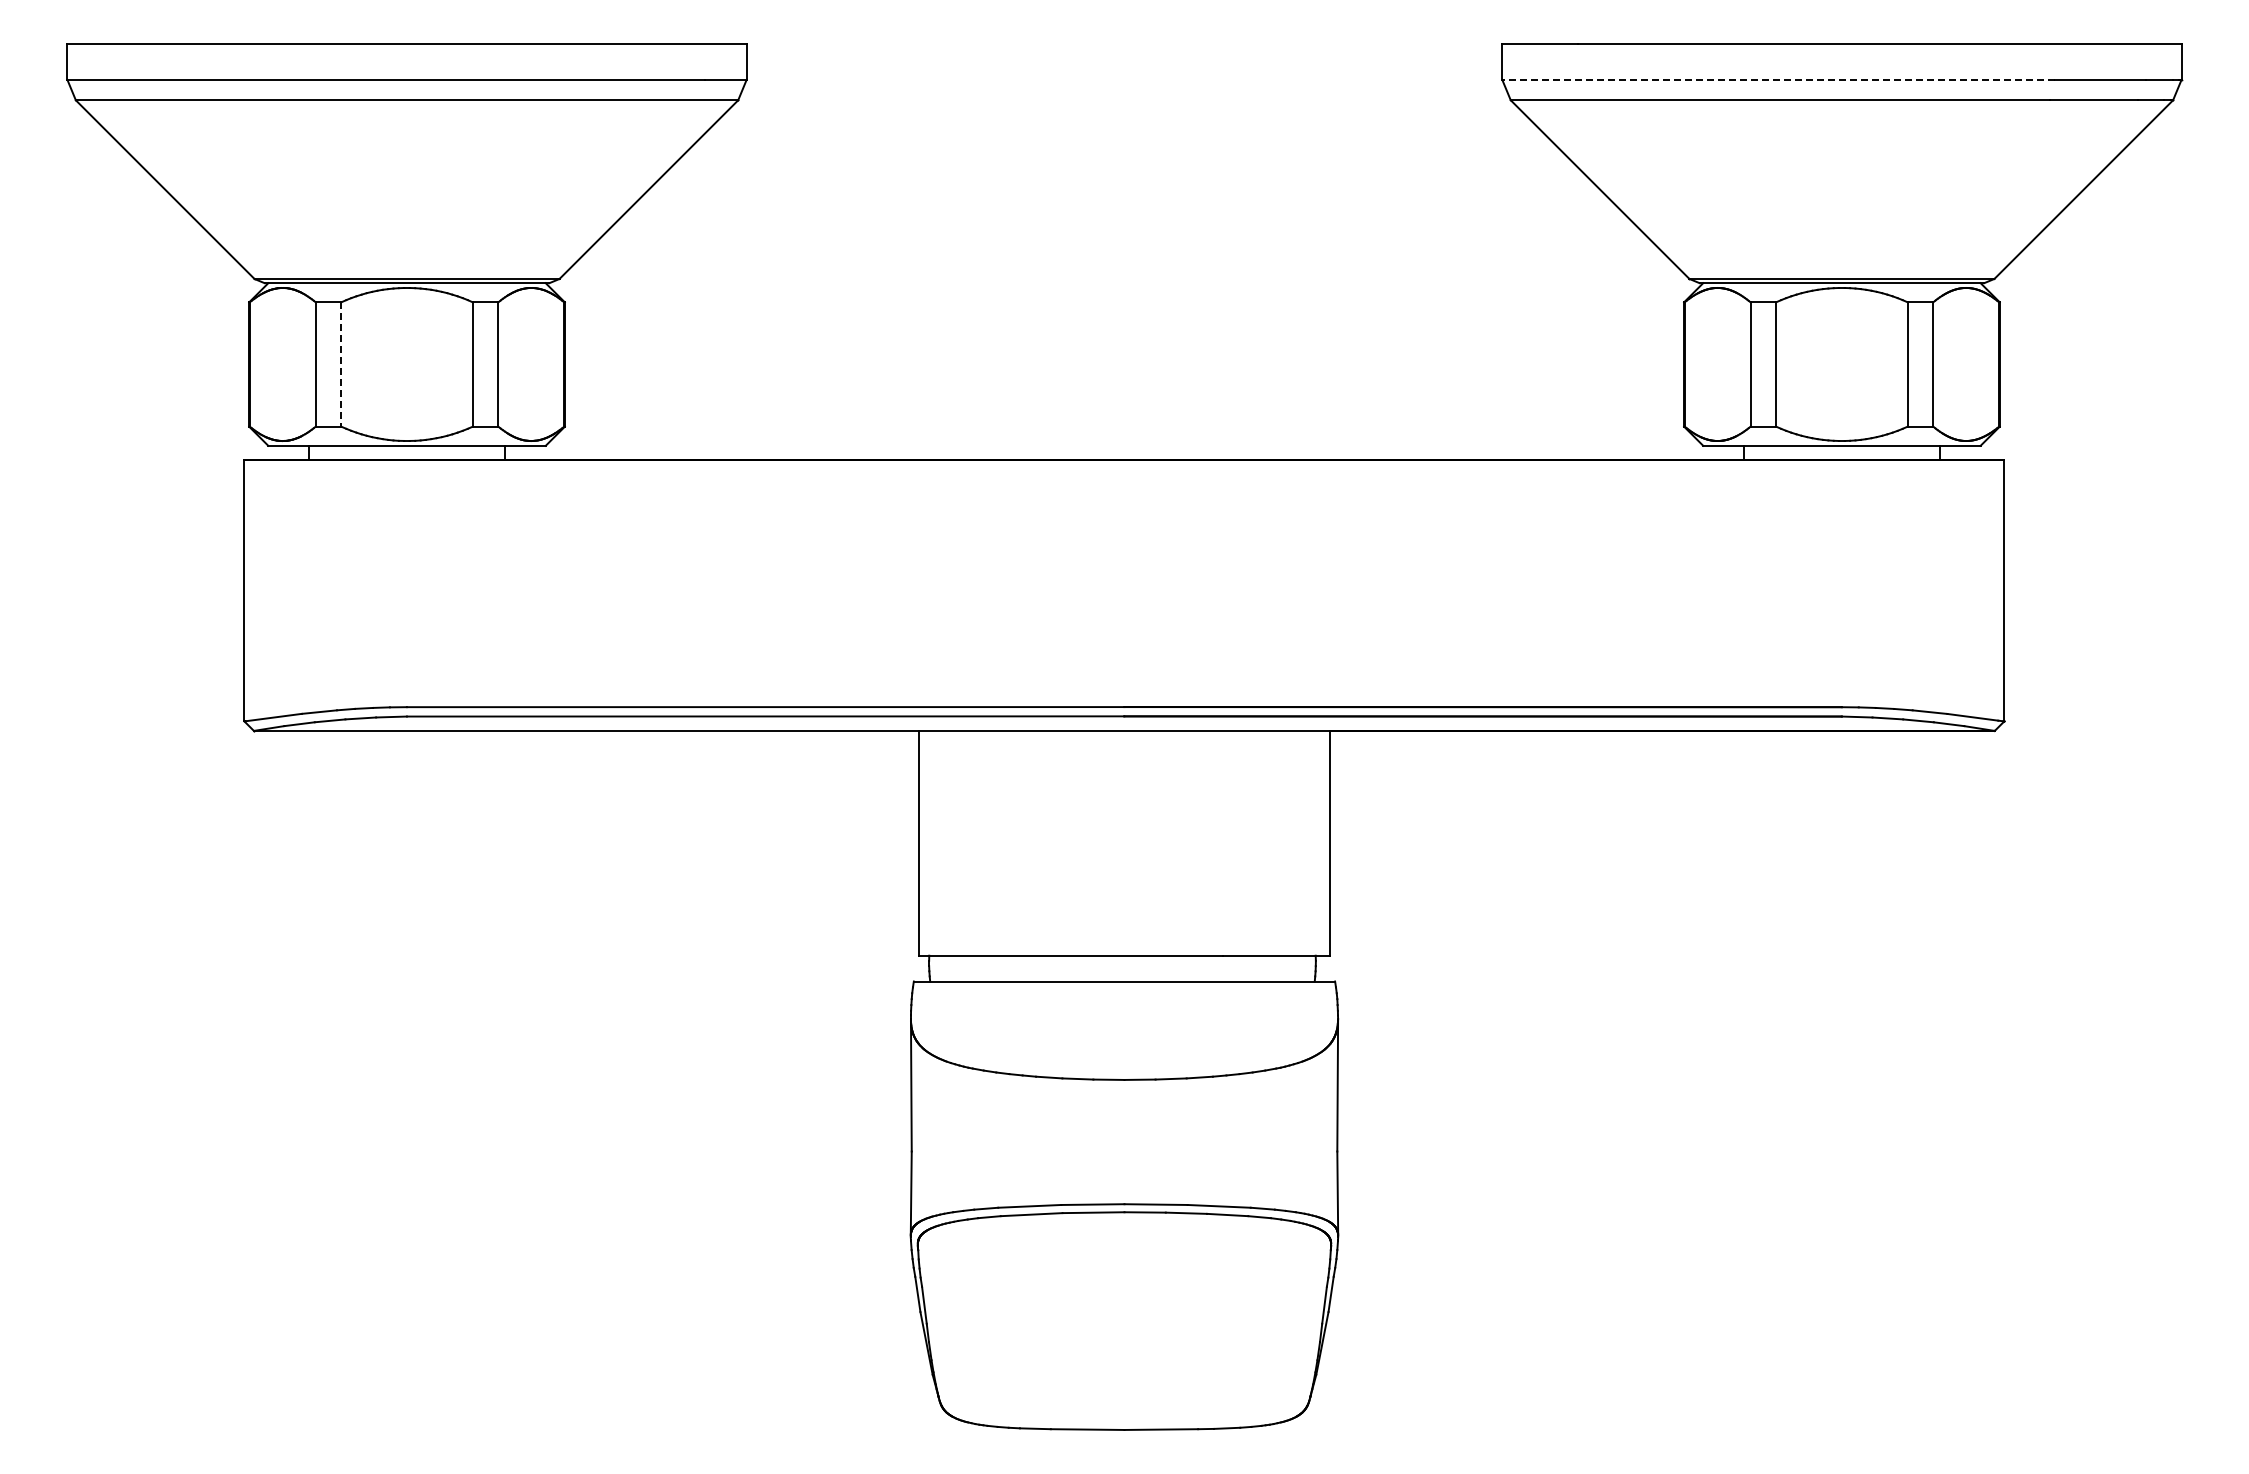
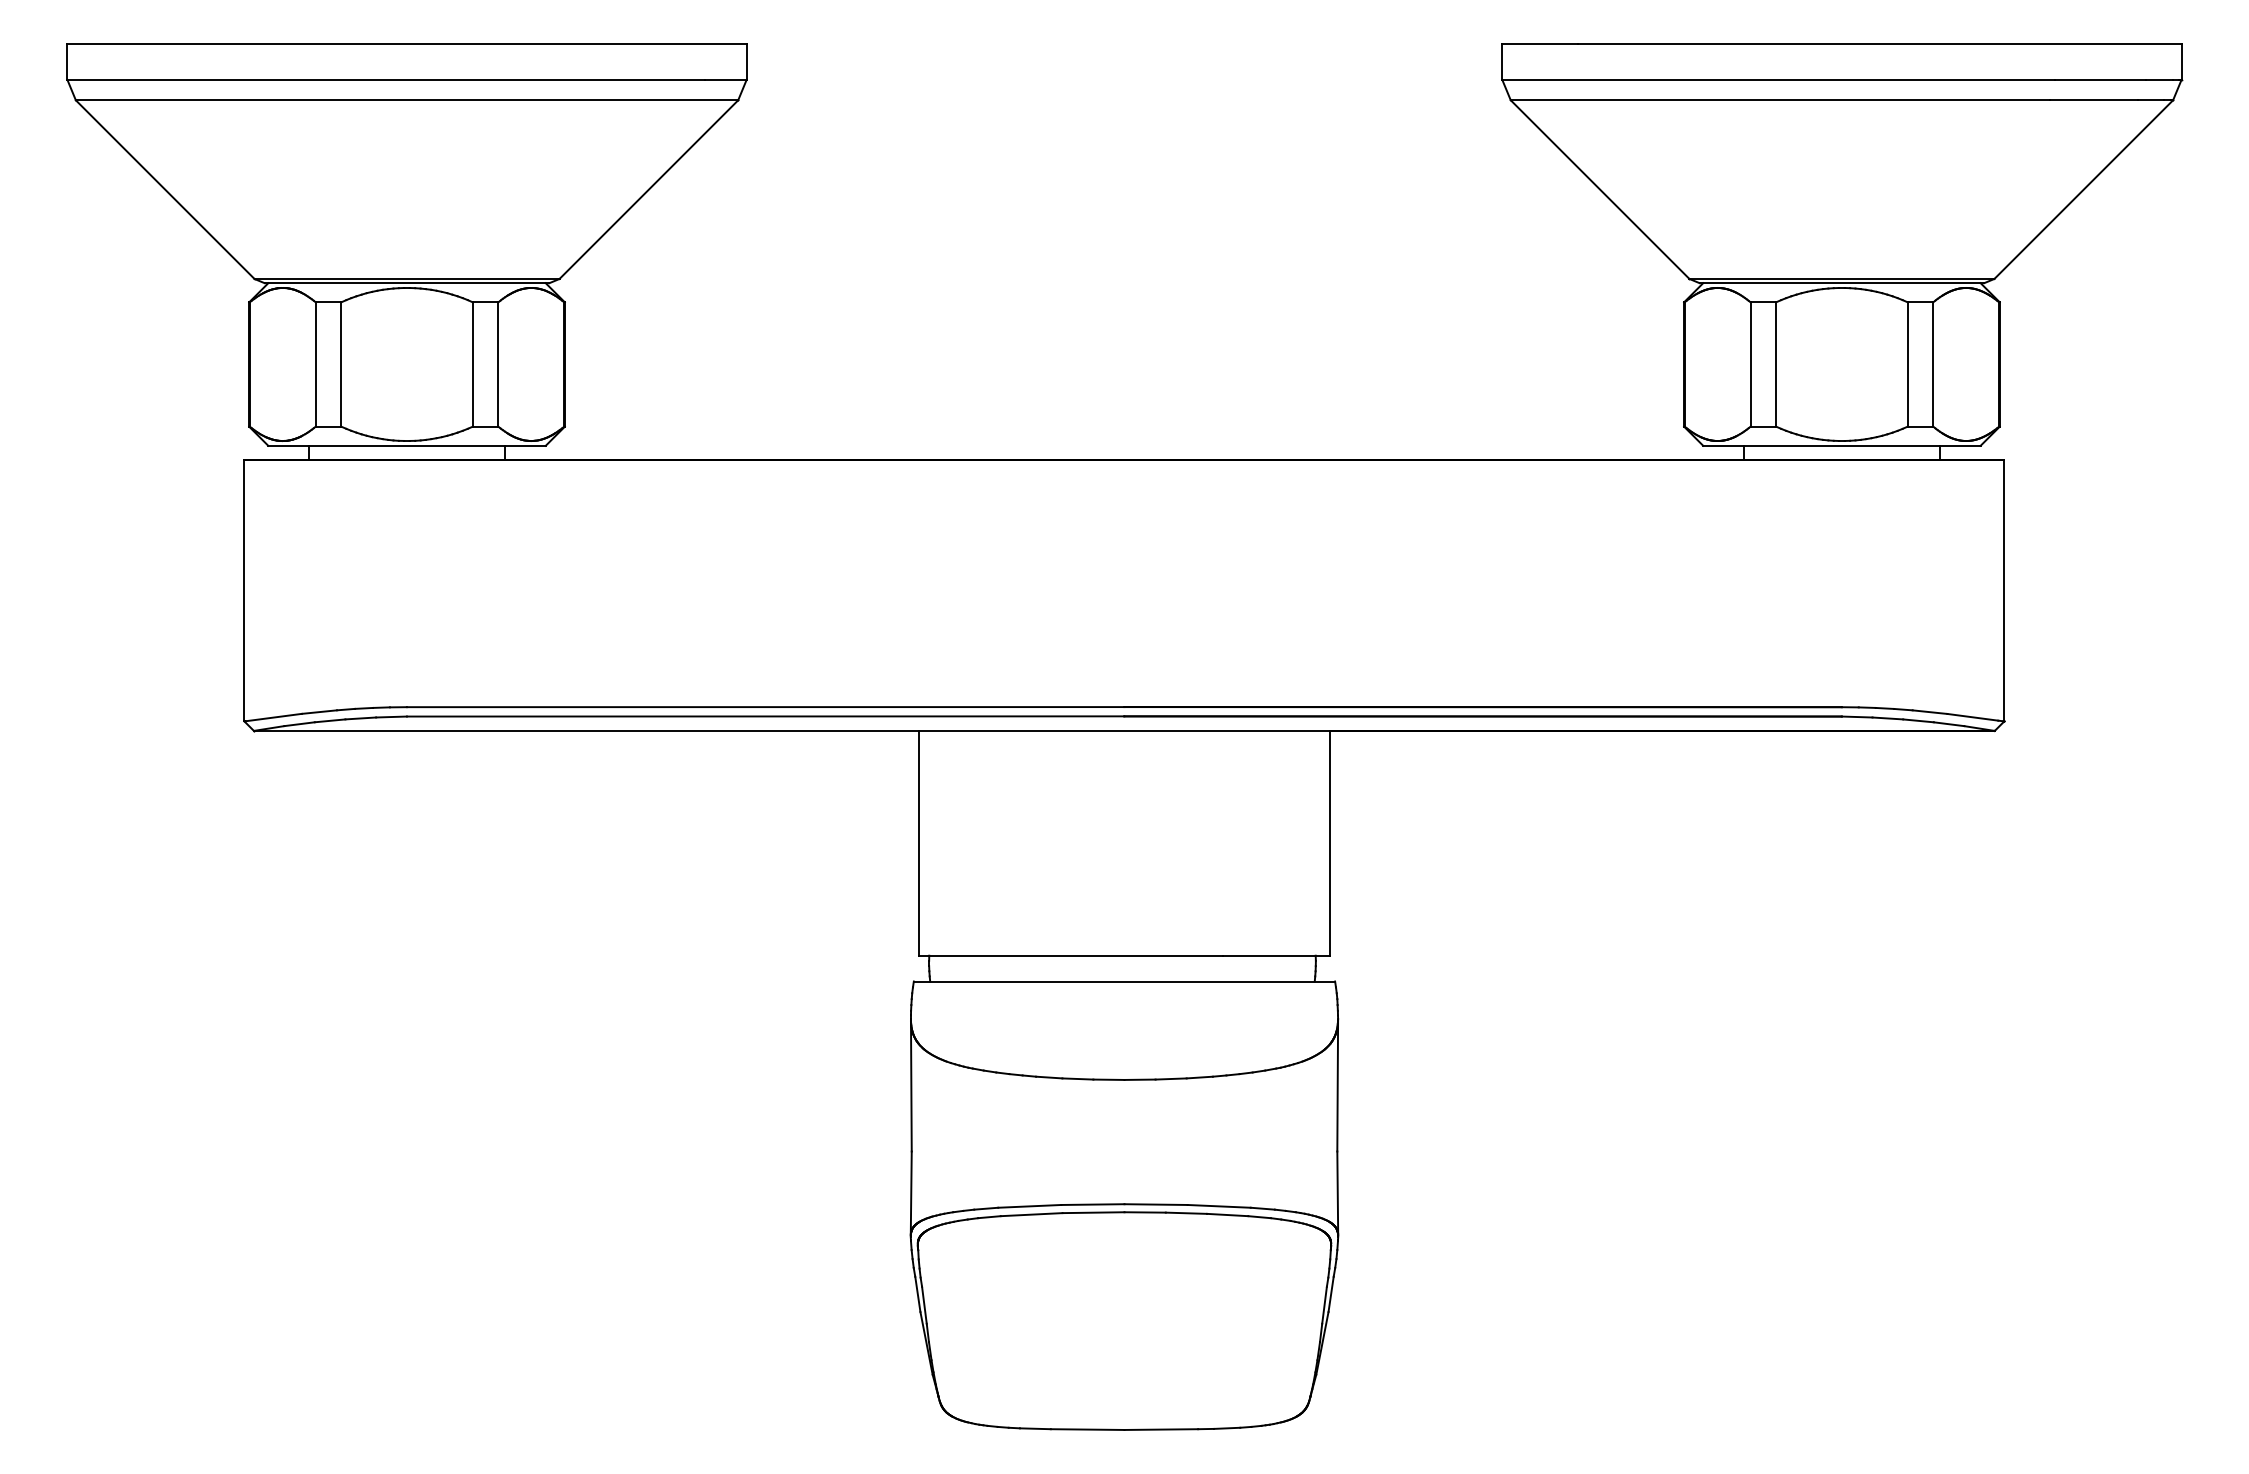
line at (1778, 79): dashed -> solid
line at (341, 365): dashed -> solid
